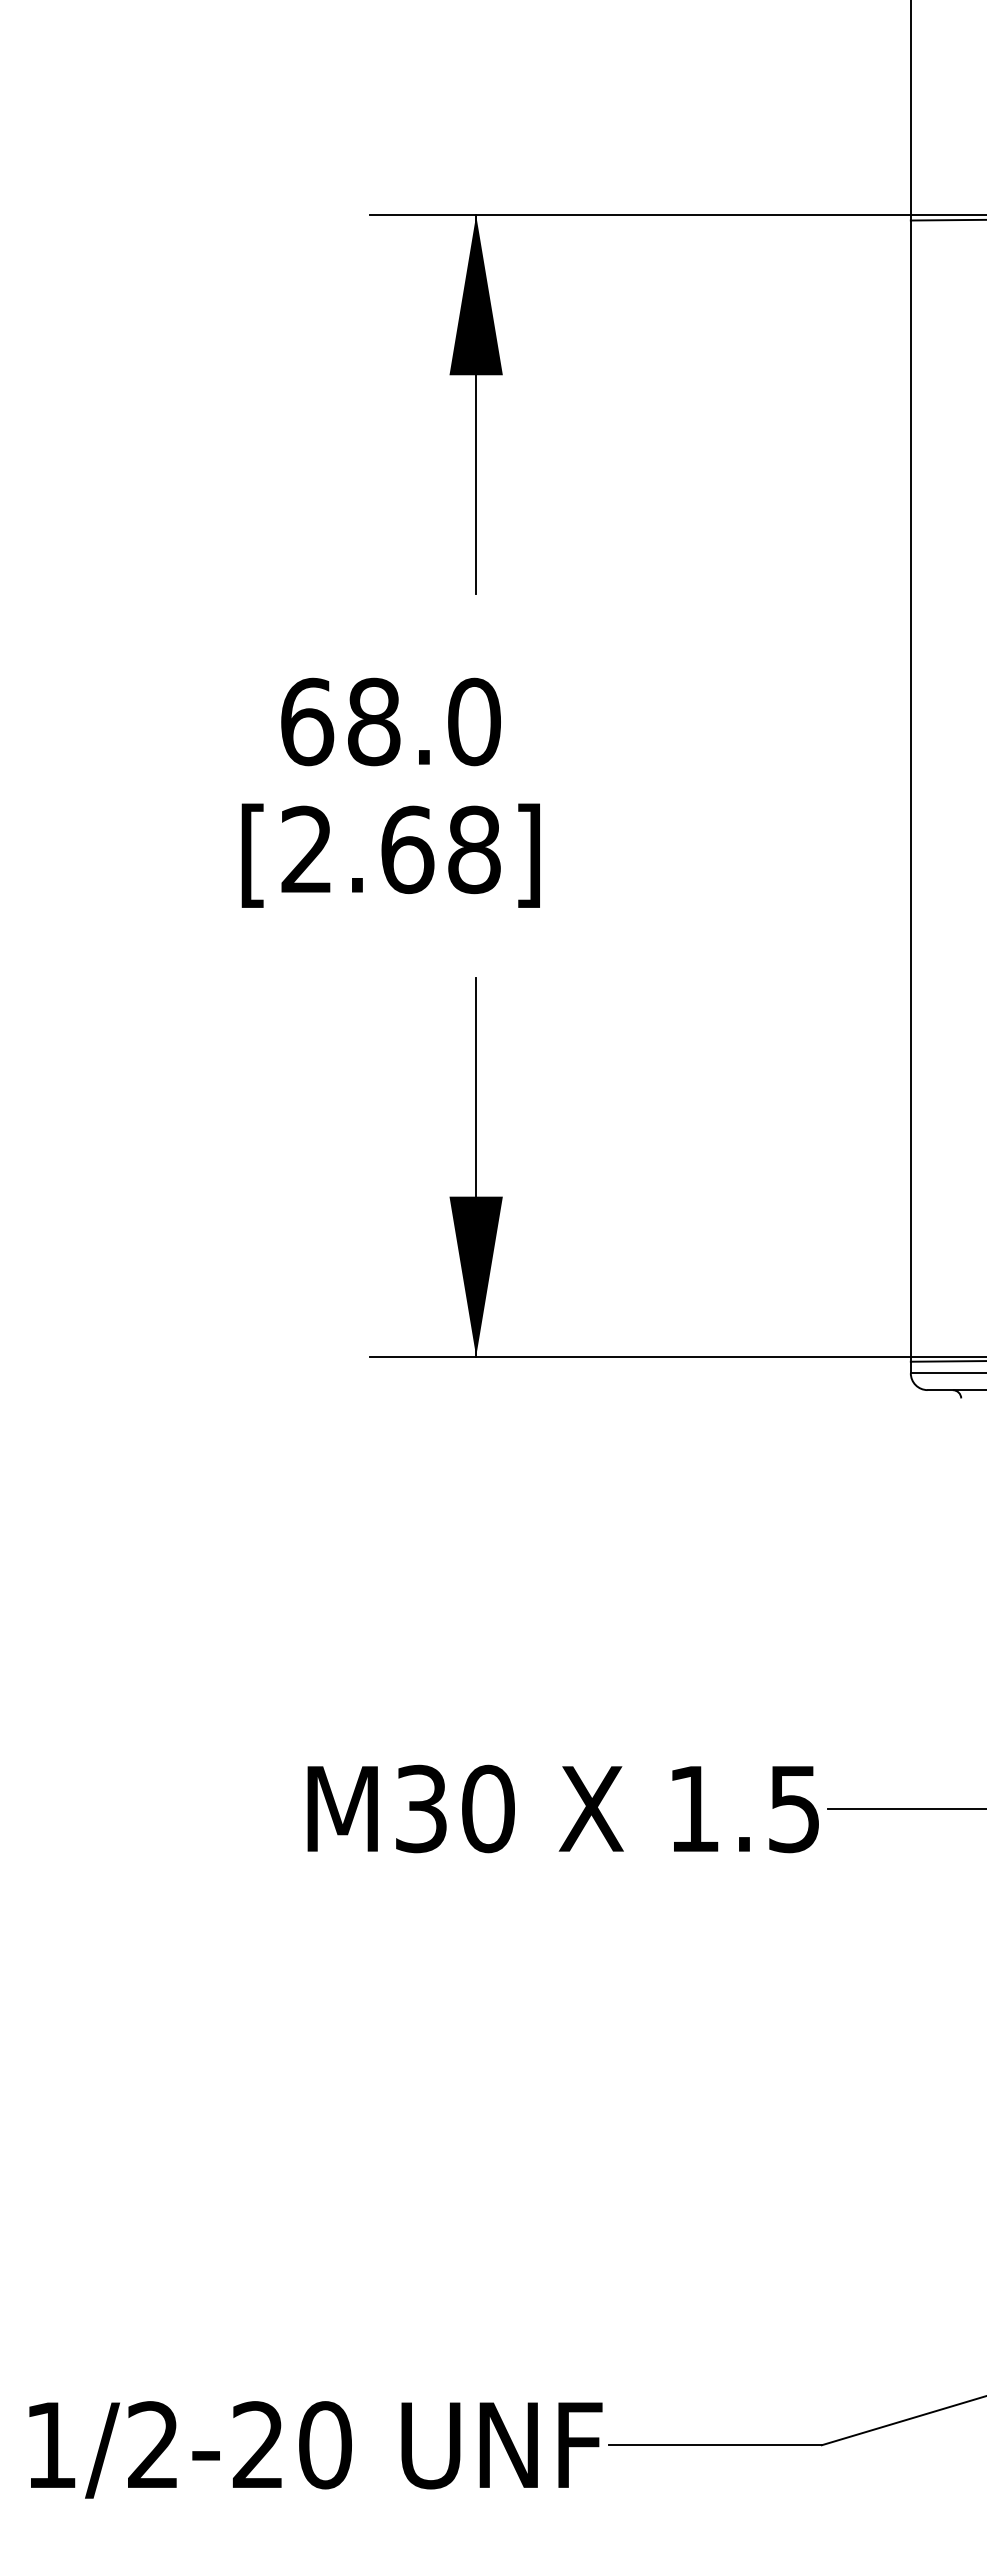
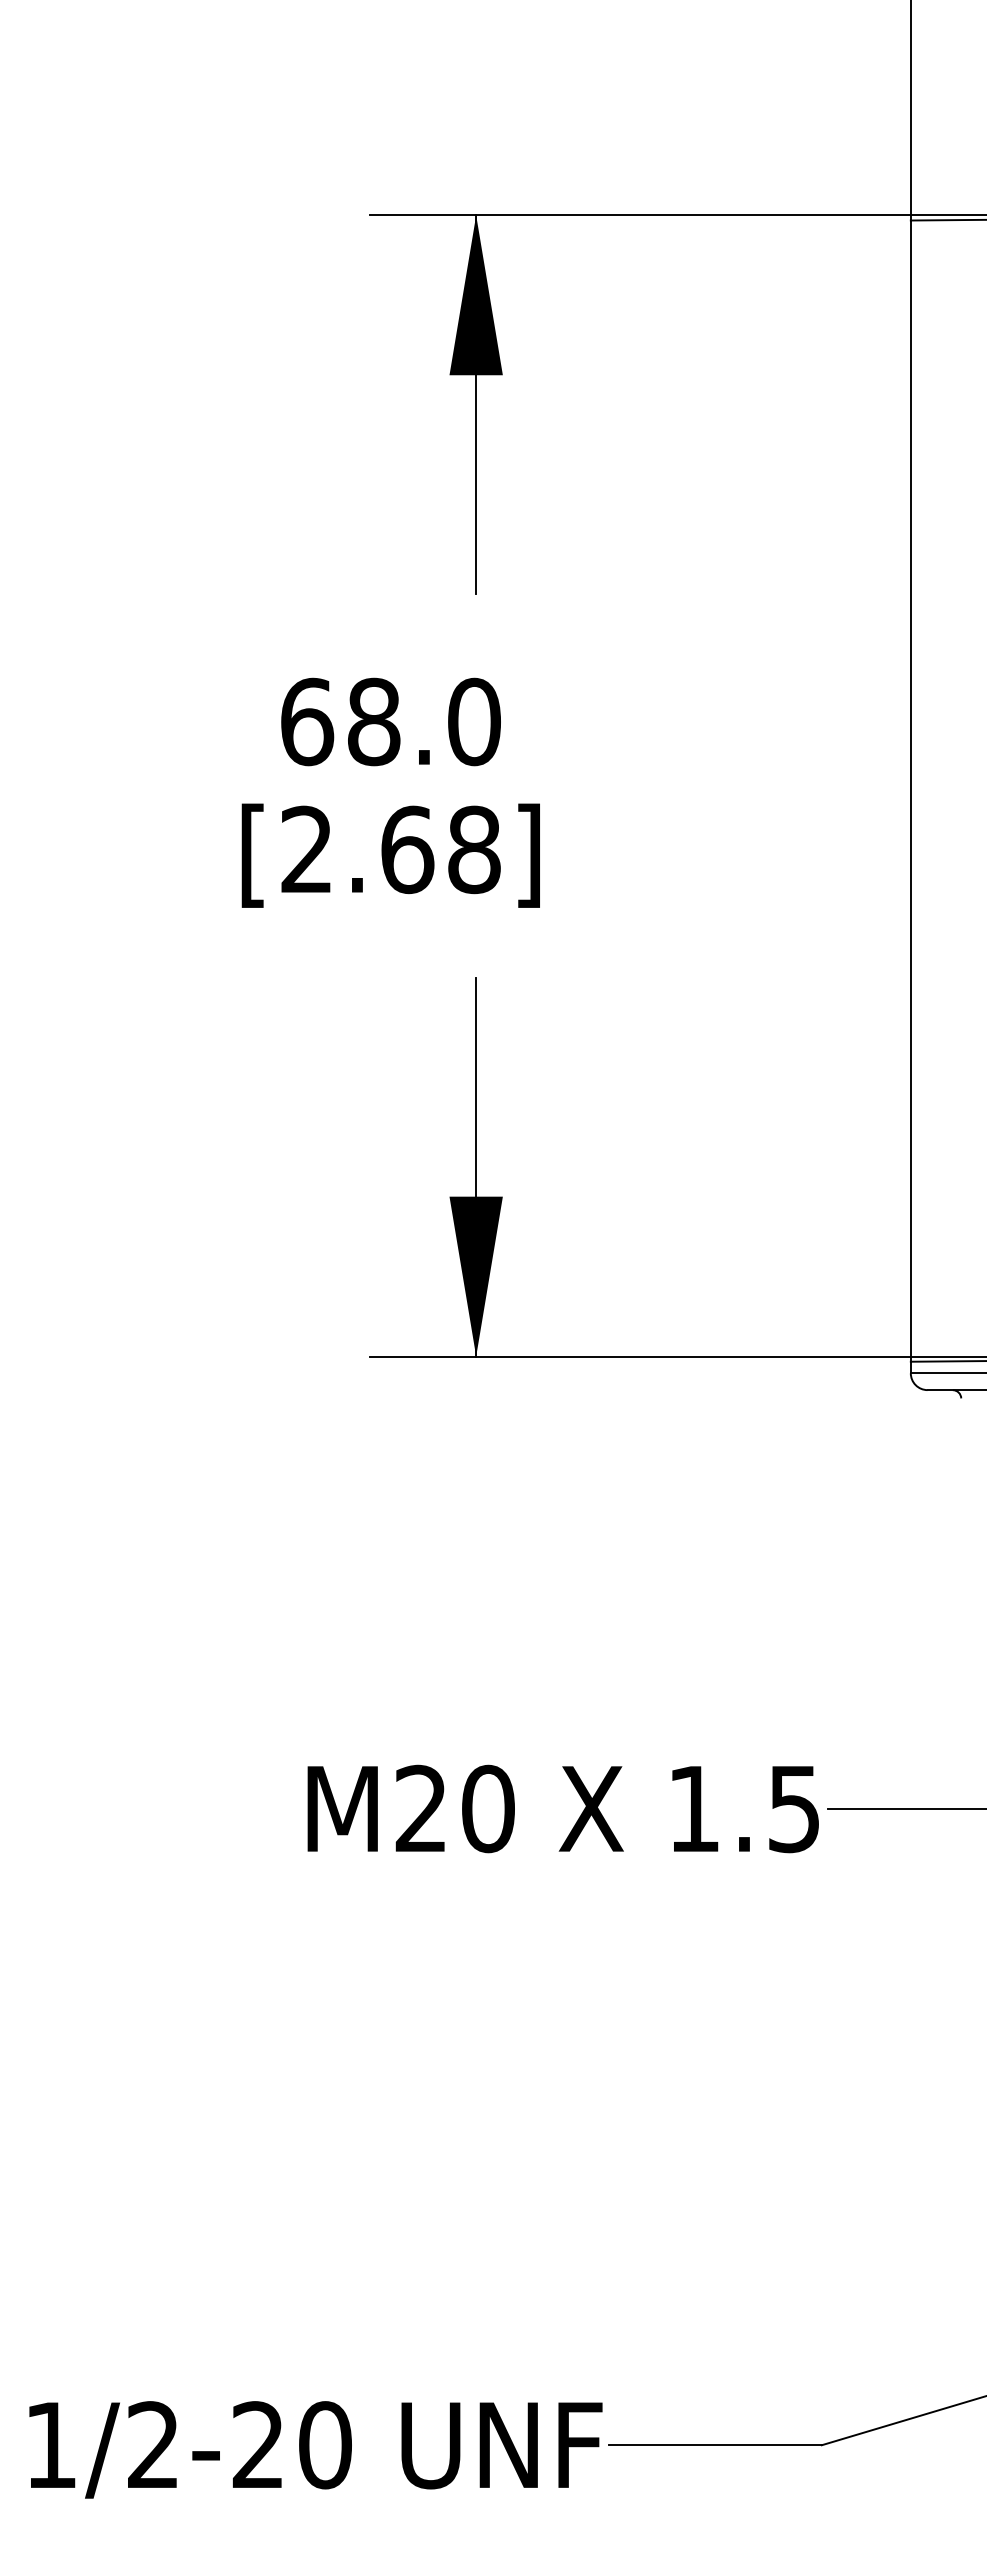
text at (420, 1808): M30 -> M20
